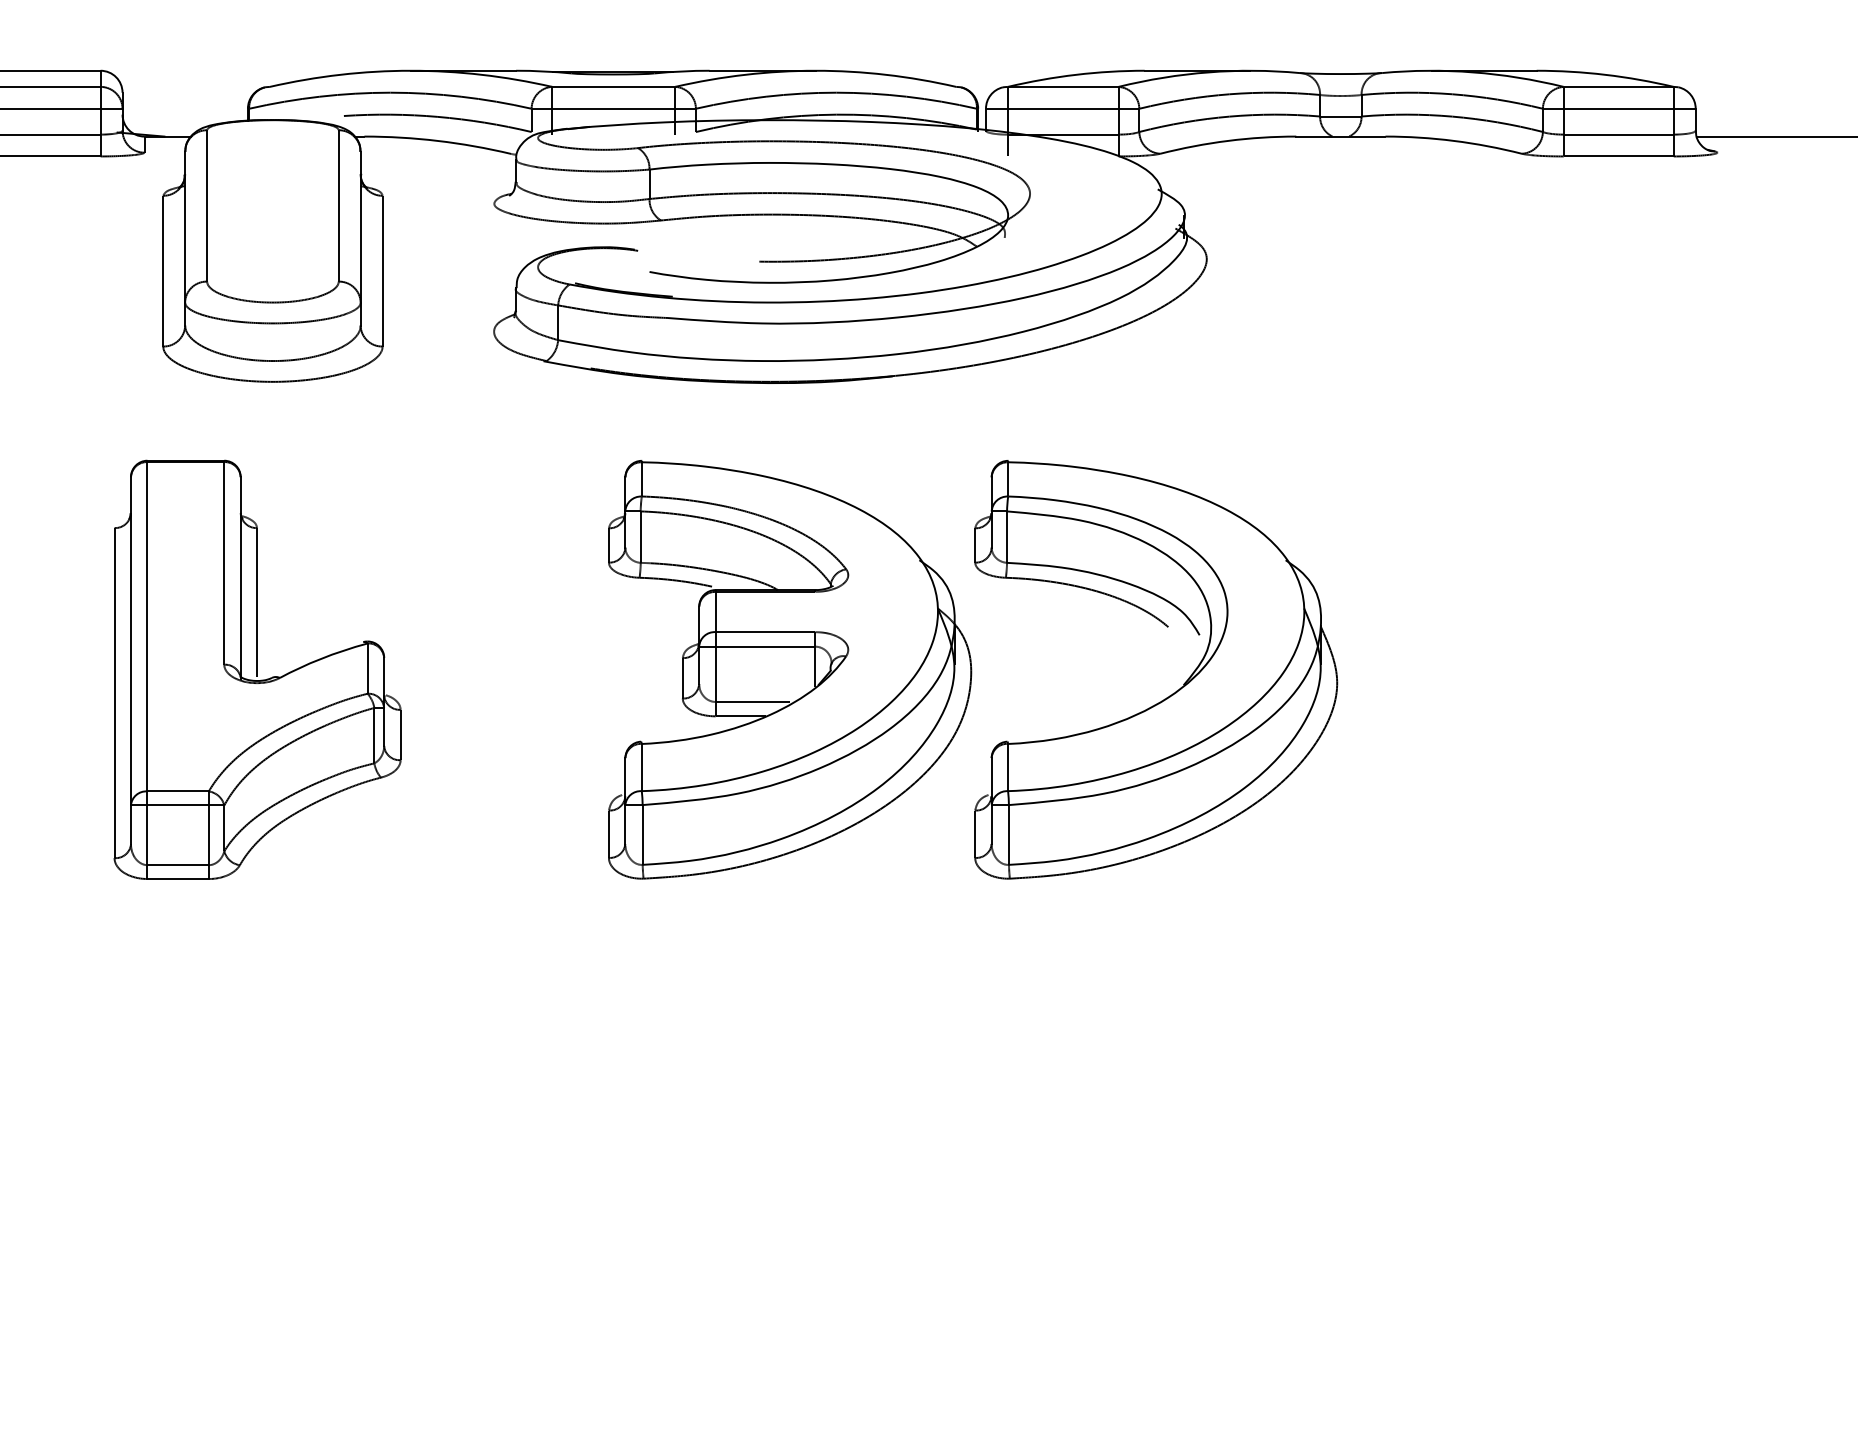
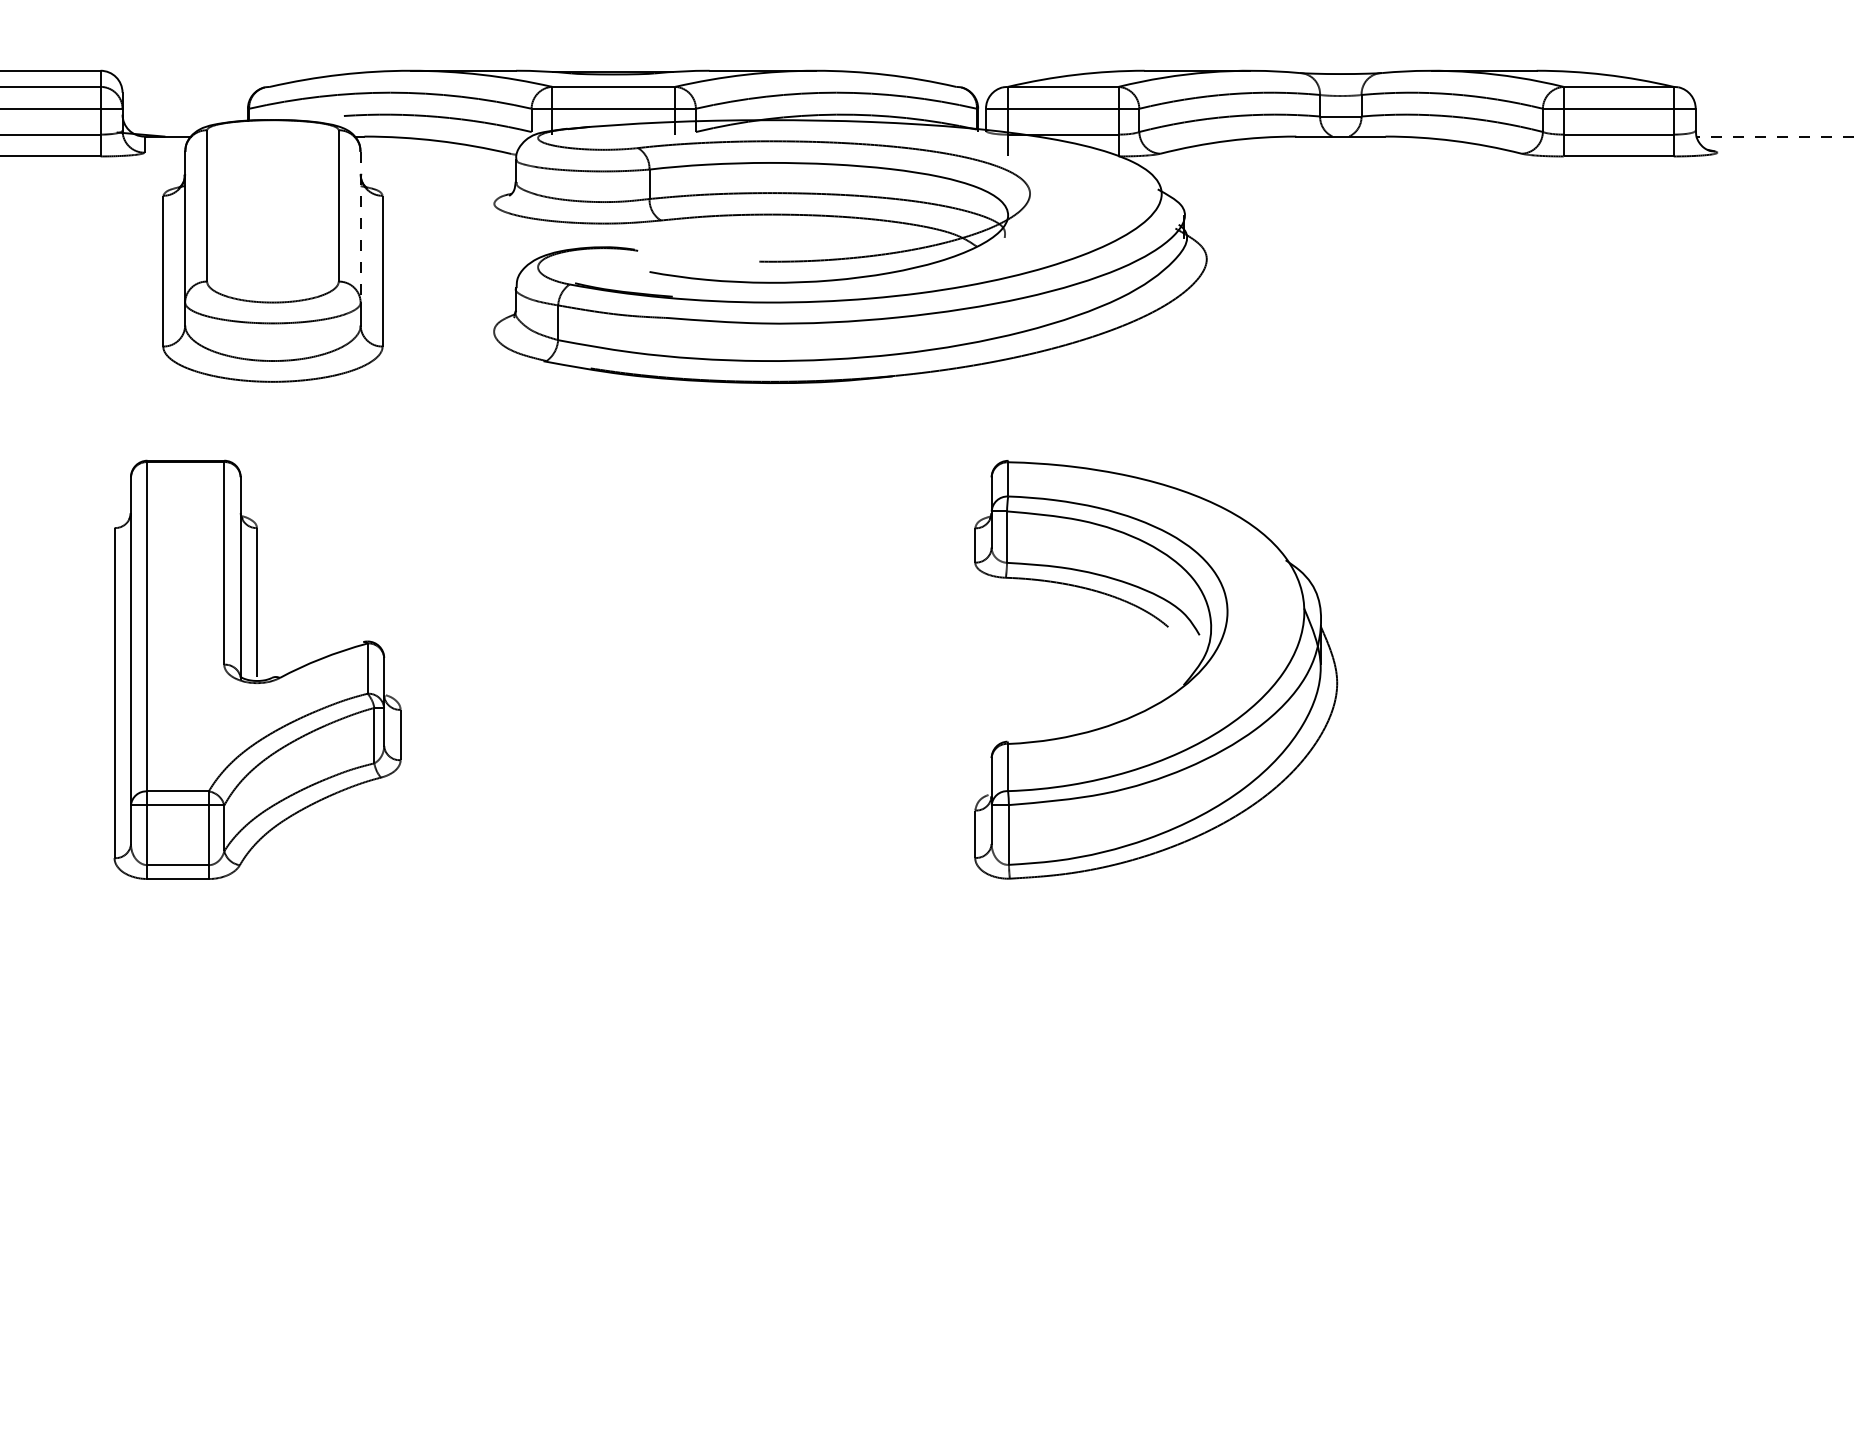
line at (1776, 136): solid -> dashed
line at (360, 227): solid -> dashed
part at (790, 669): present -> none
